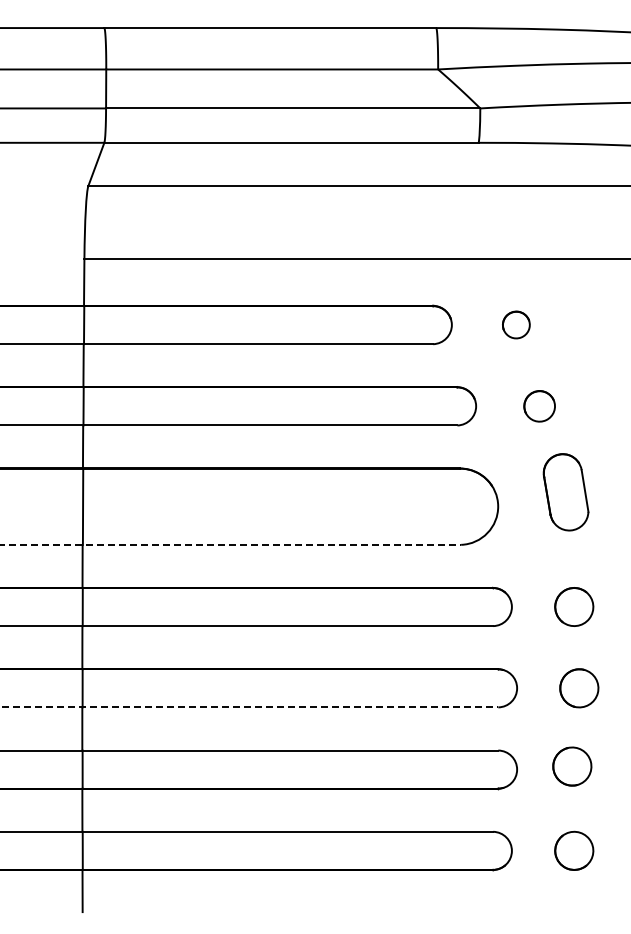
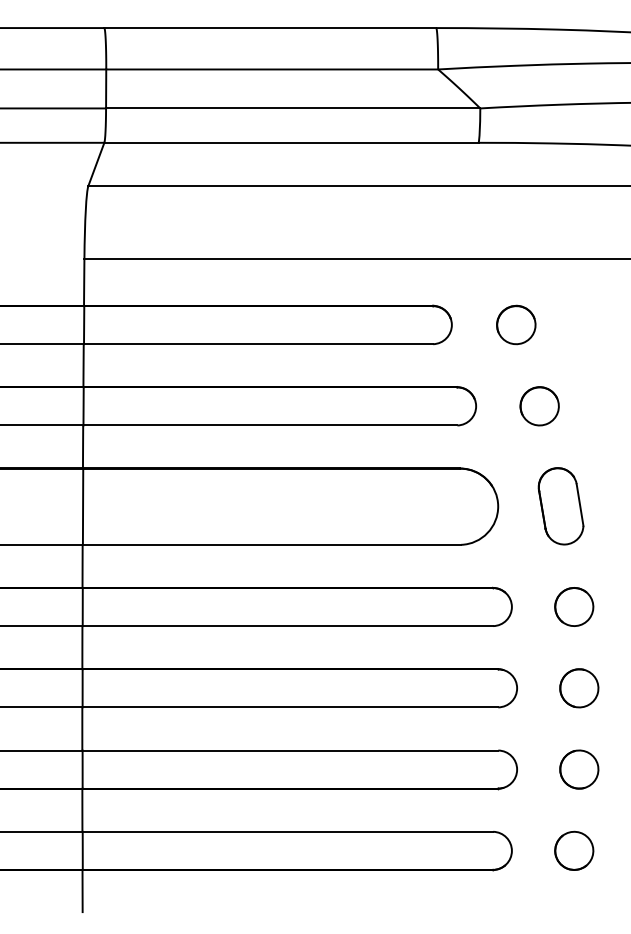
part at (516, 324) size: 29x30 px -> 41x42 px
part at (539, 406) size: 33x33 px -> 41x41 px
part at (565, 492) position: (565, 492) -> (560, 506)
line at (231, 544): dashed -> solid
line at (249, 707): dashed -> solid
part at (572, 766) position: (572, 766) -> (579, 769)
